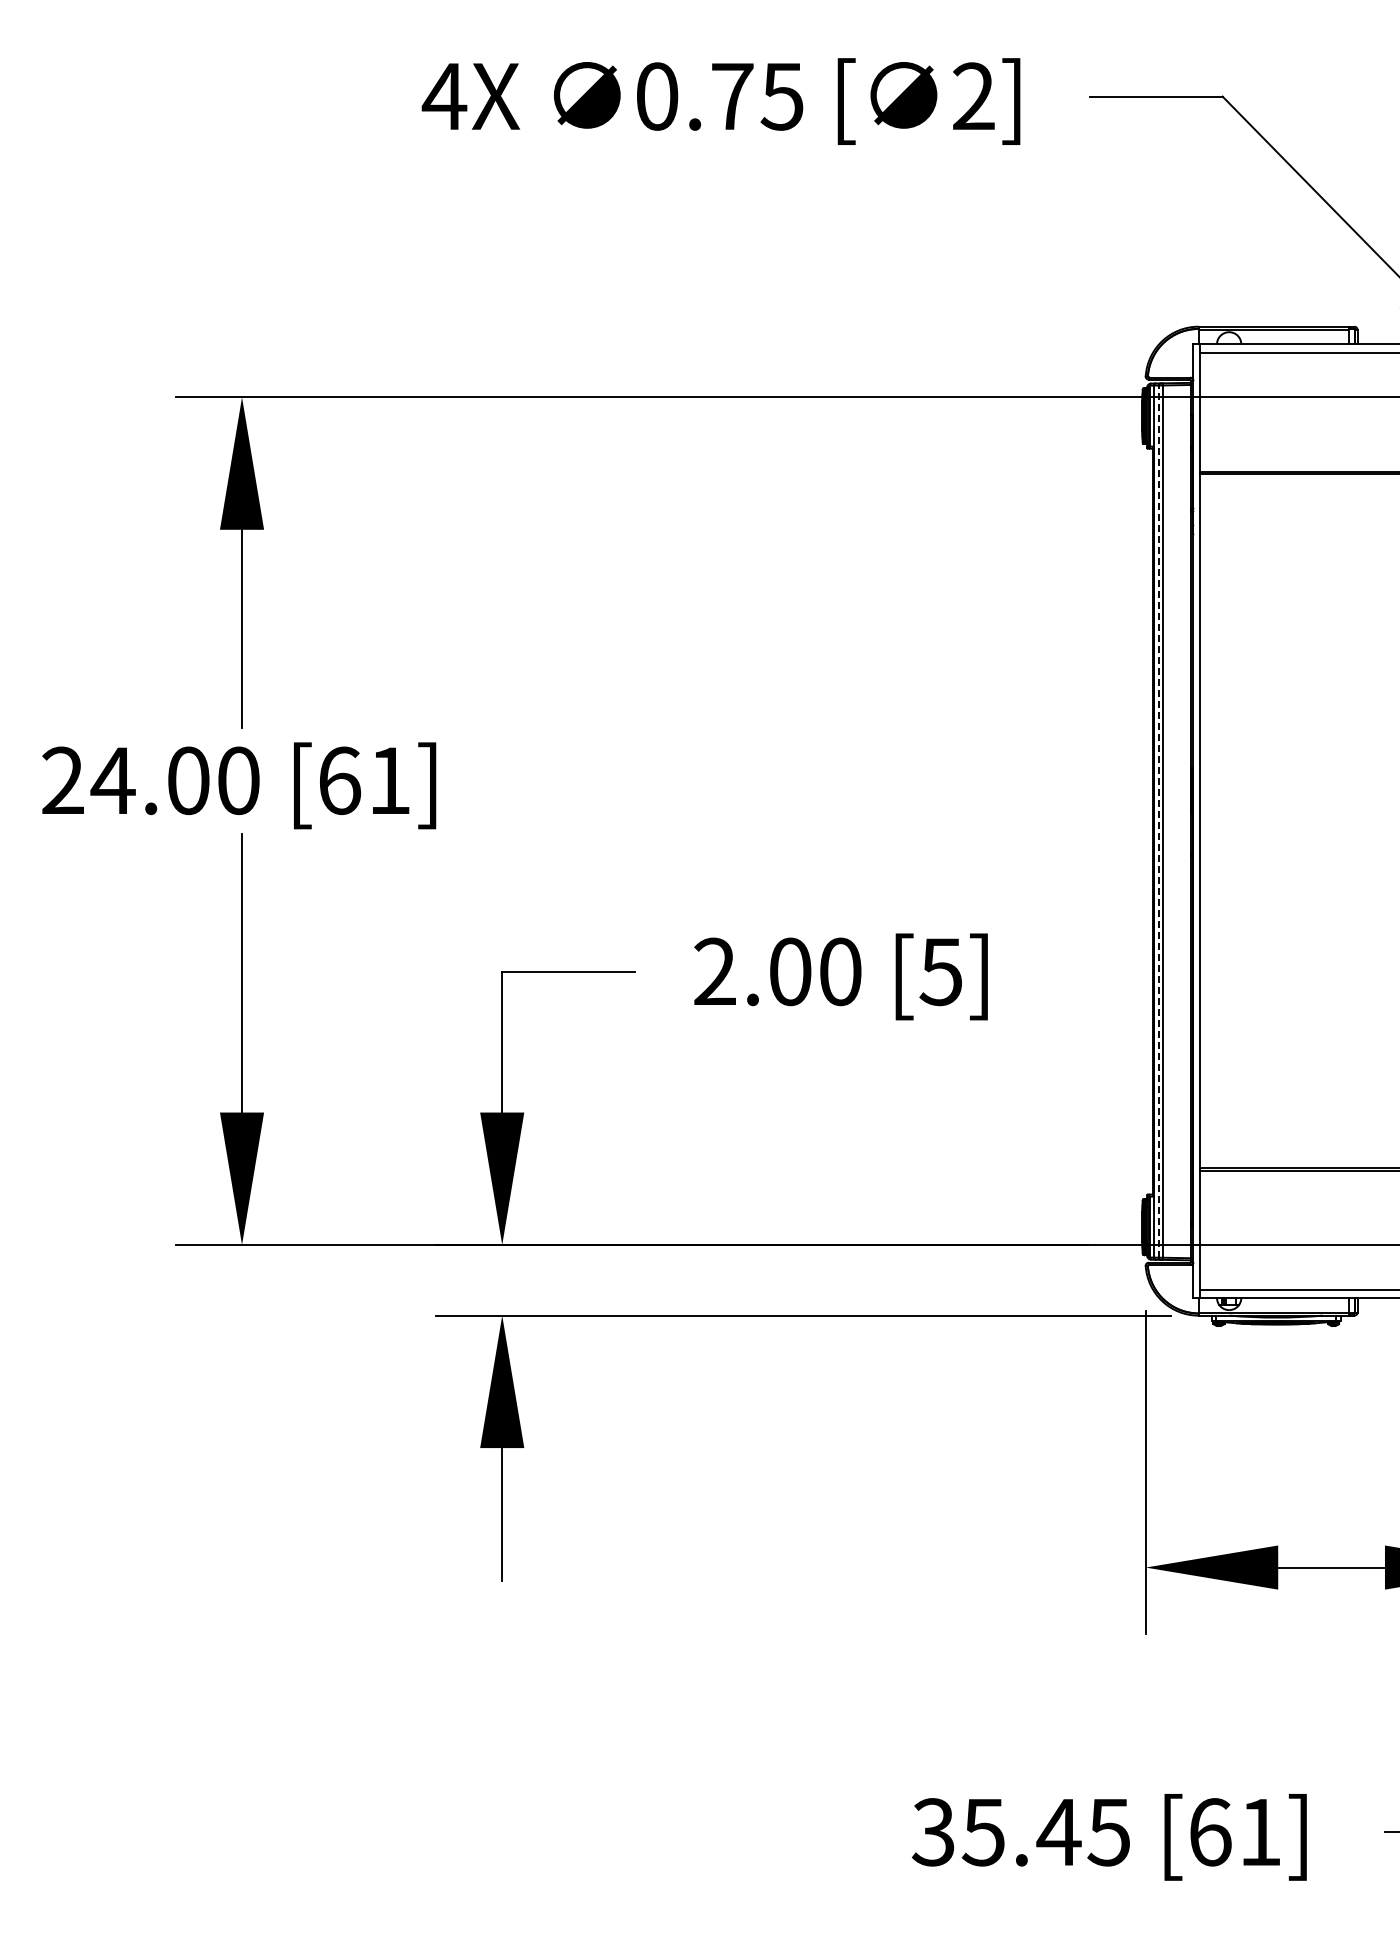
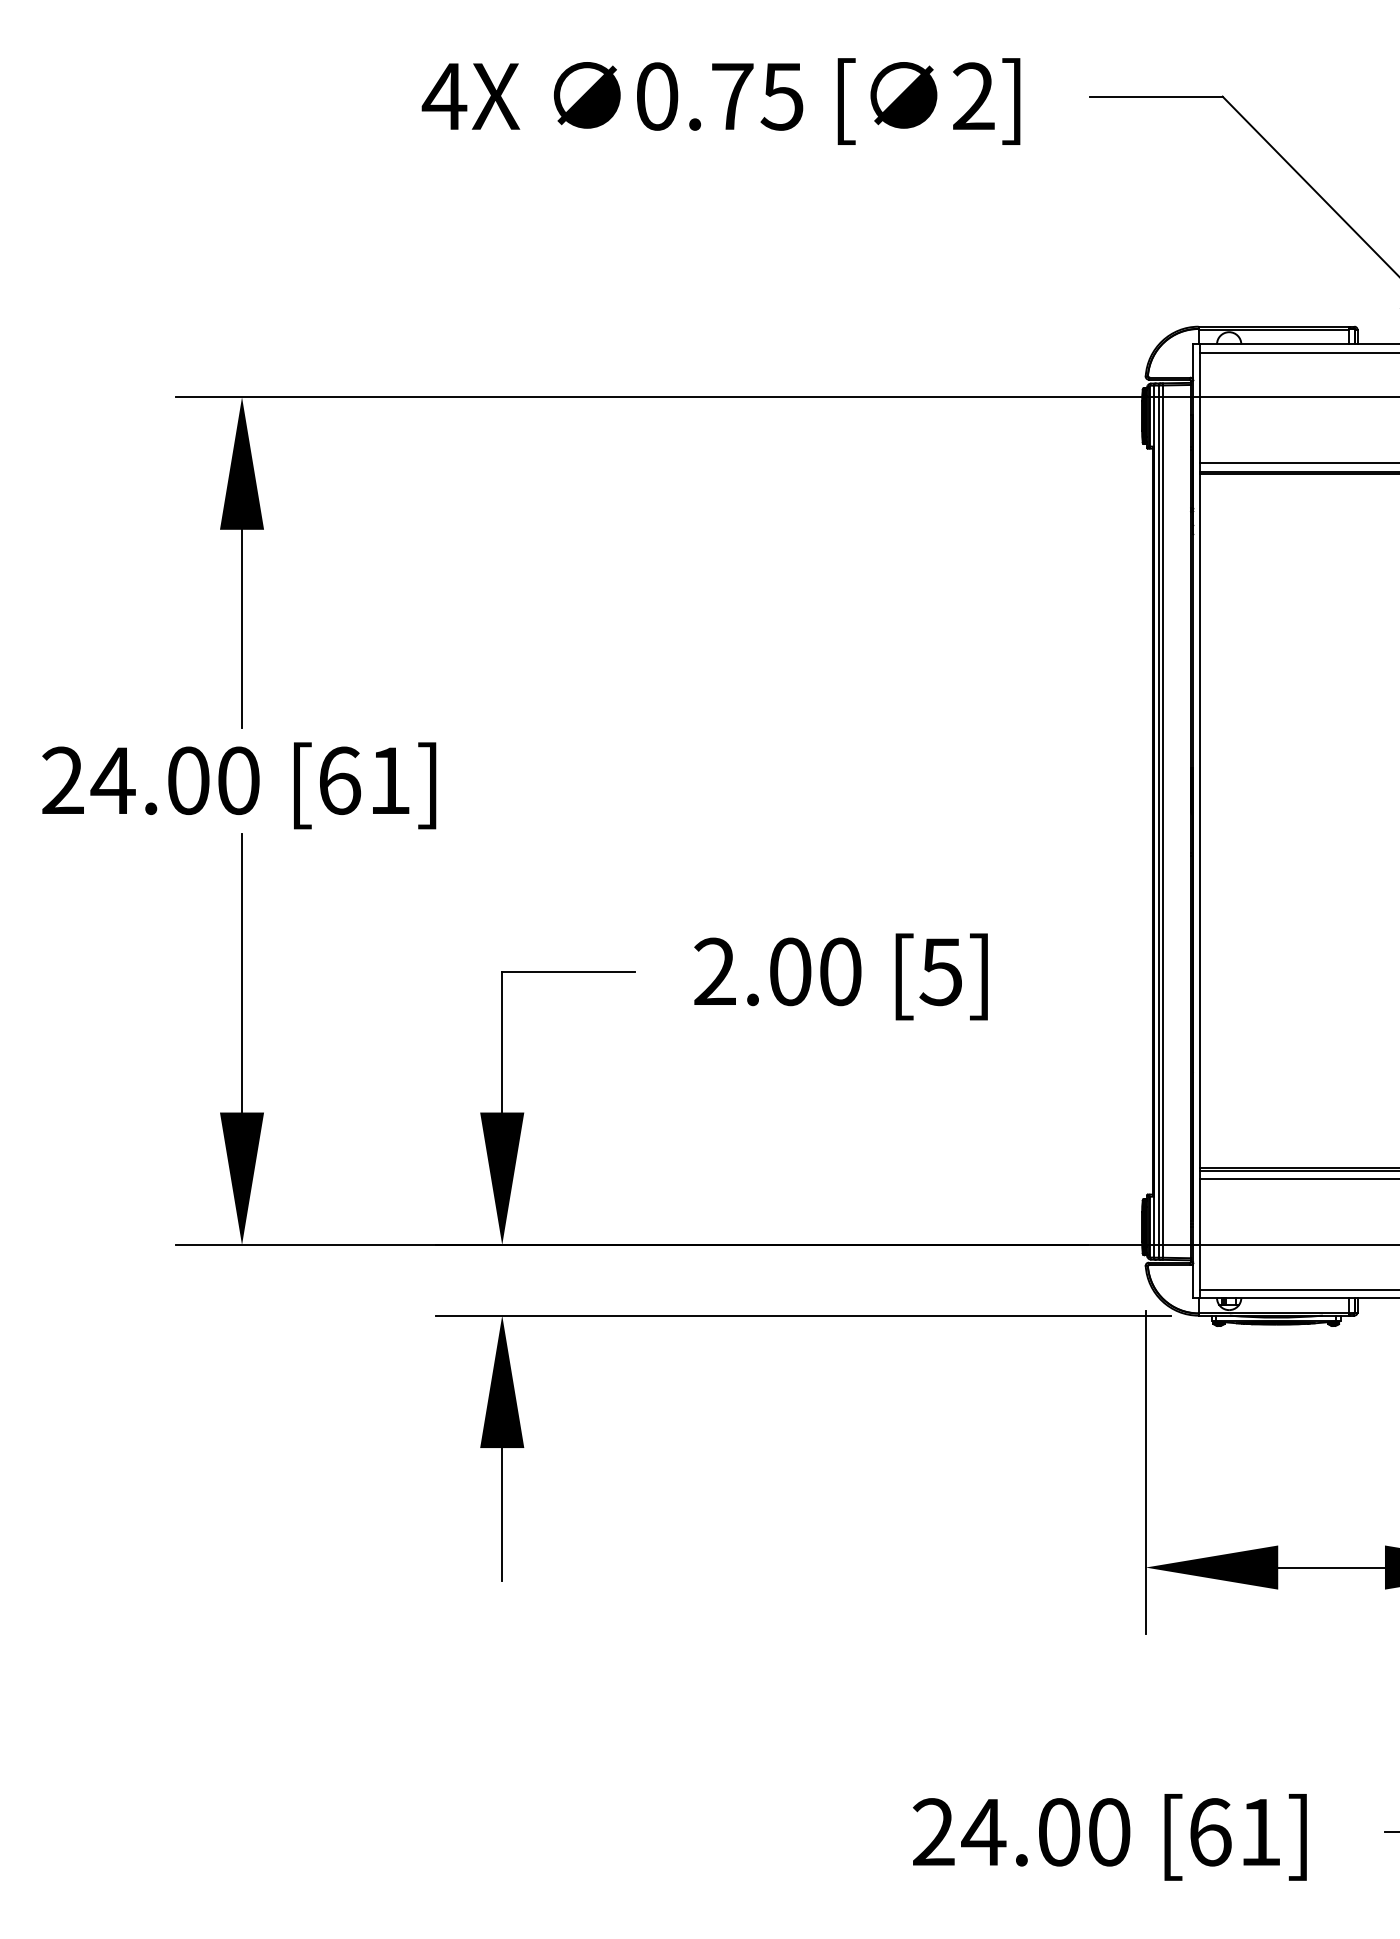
line at (1297, 463): none -> present
line at (1158, 821): dashed -> solid
line at (1297, 1178): none -> present
text at (1020, 1832): 35.45 -> 24.00
